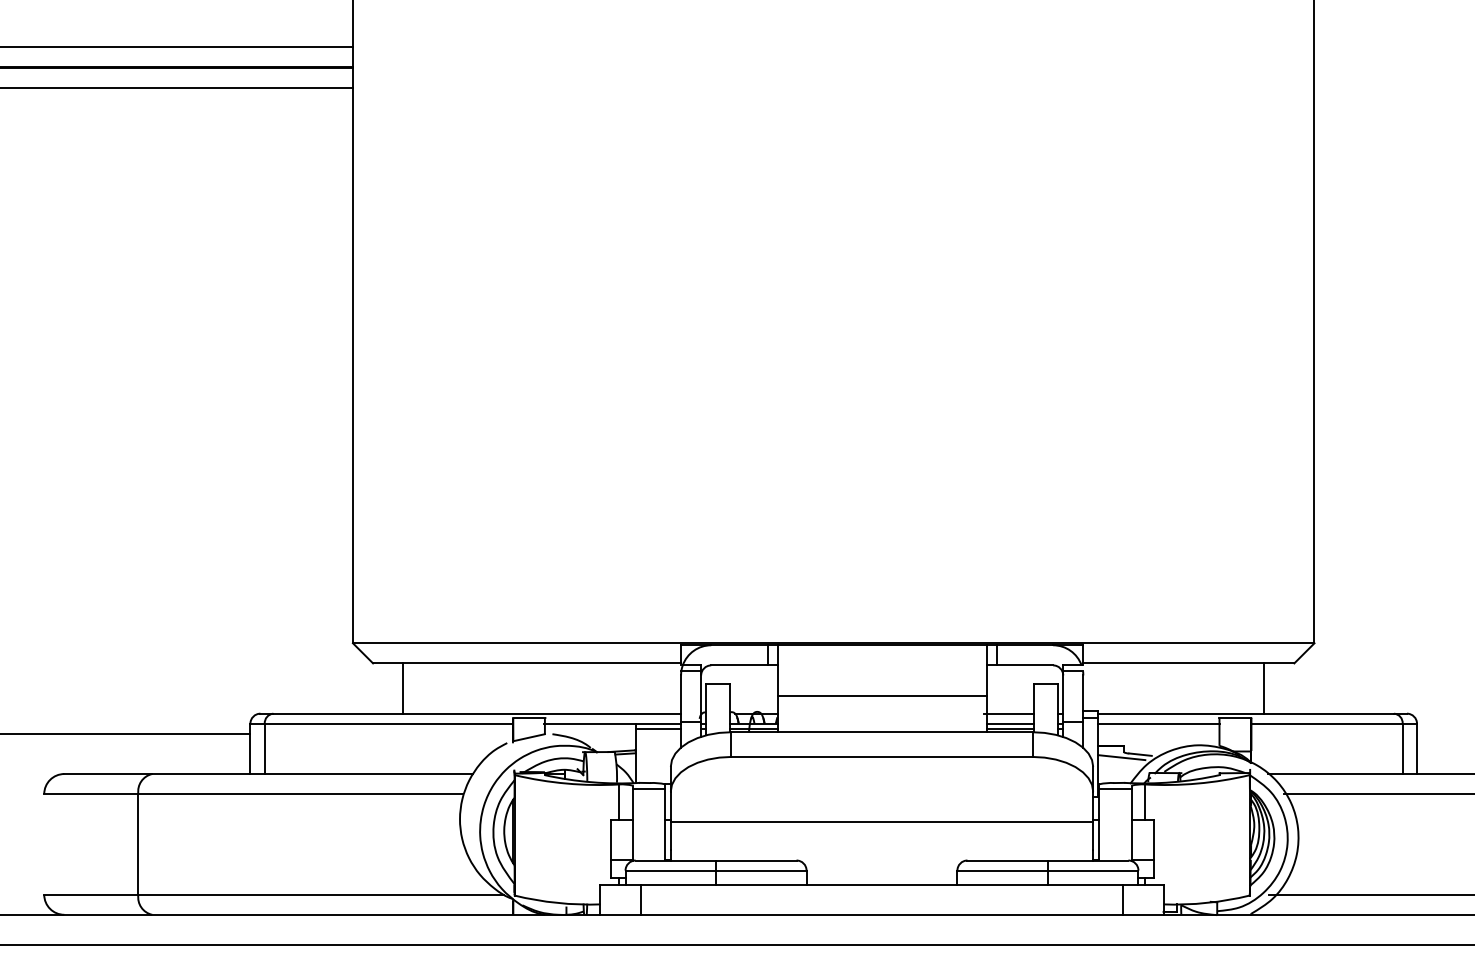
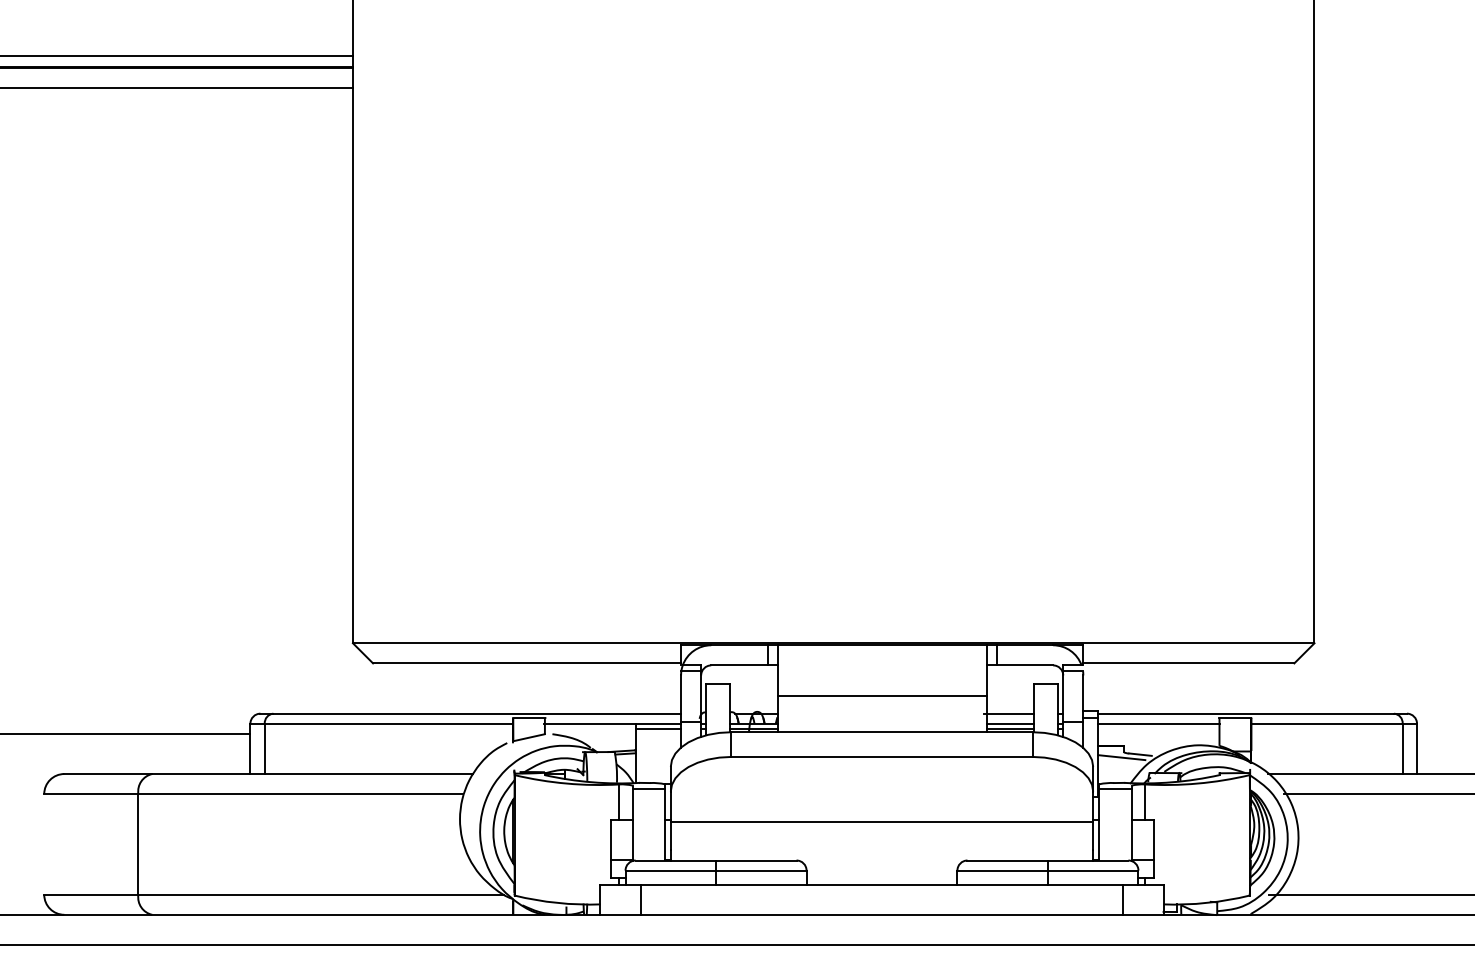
line at (177, 47) position: (177, 47) -> (177, 56)
line at (403, 688): present -> none
line at (1264, 688): present -> none
